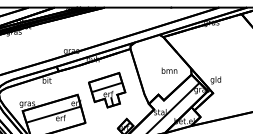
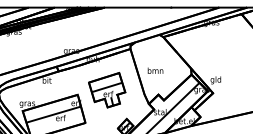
text at (169, 70) position: (169, 70) -> (155, 70)
